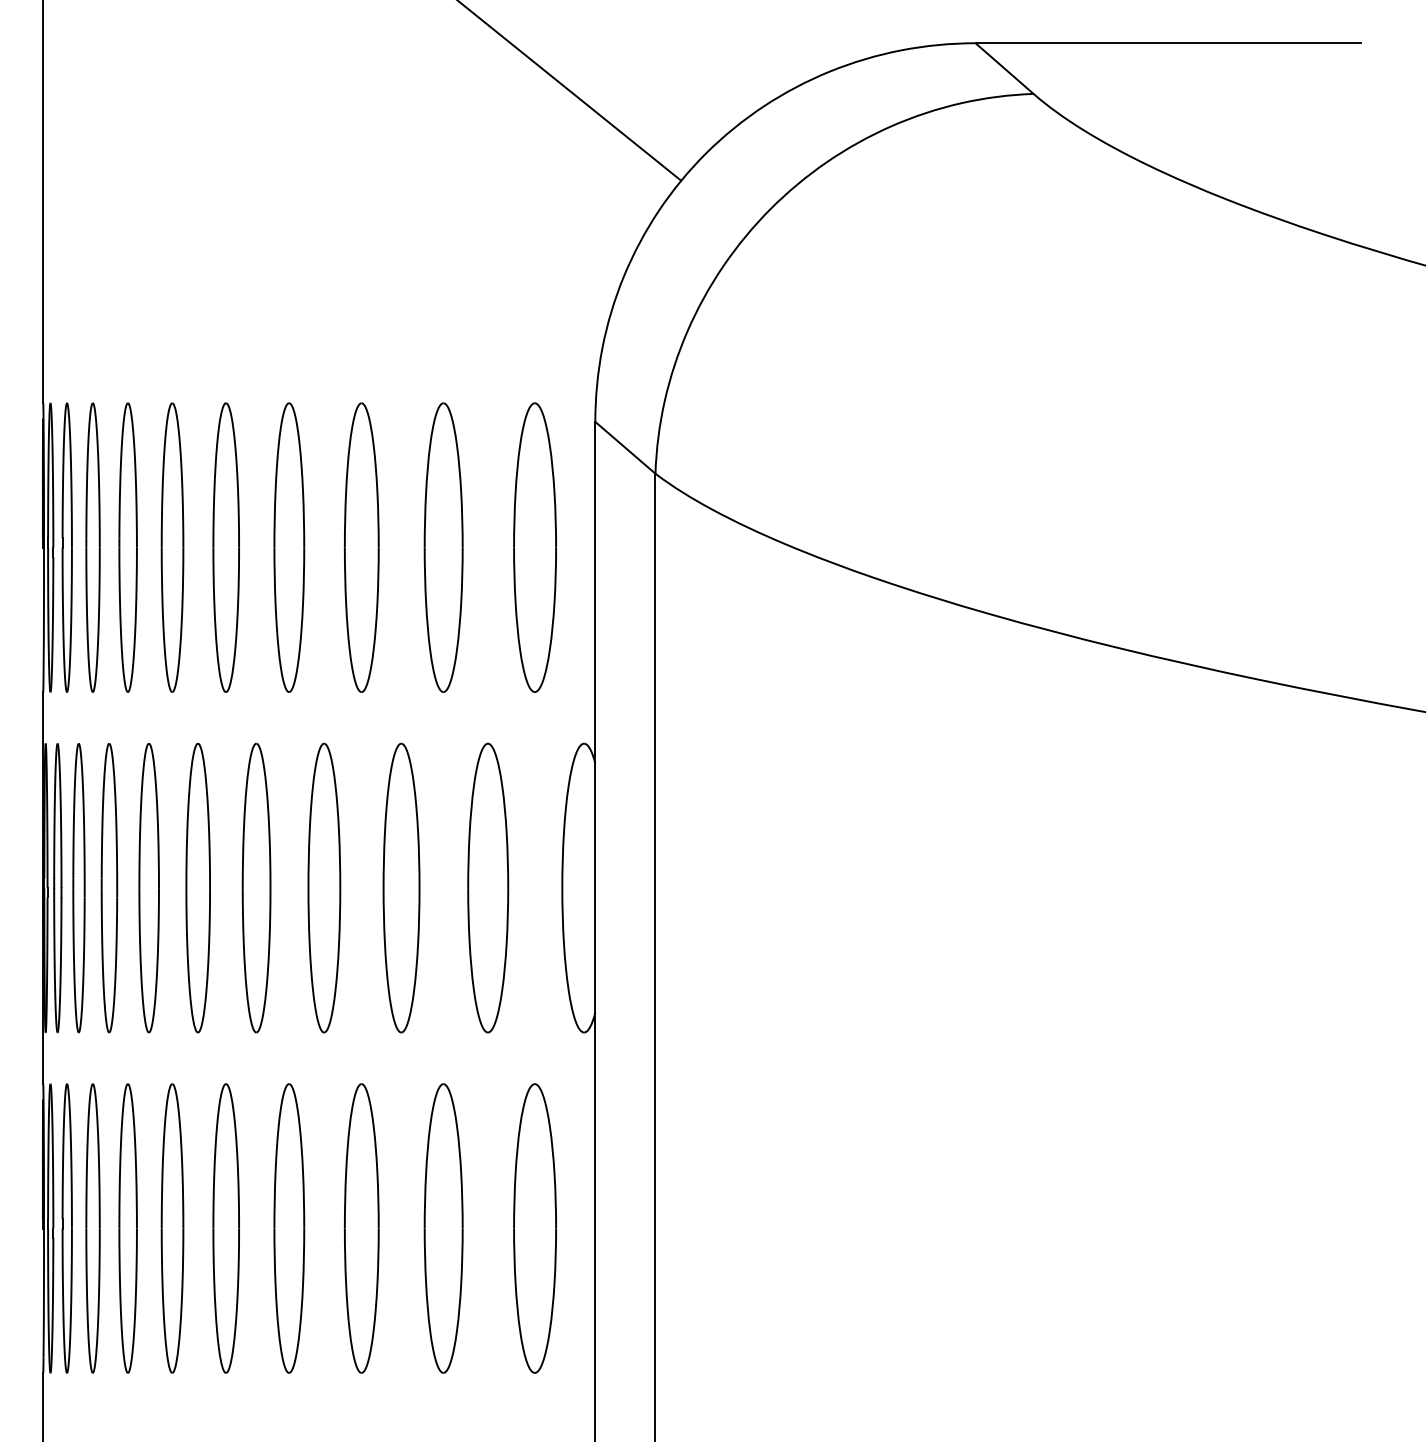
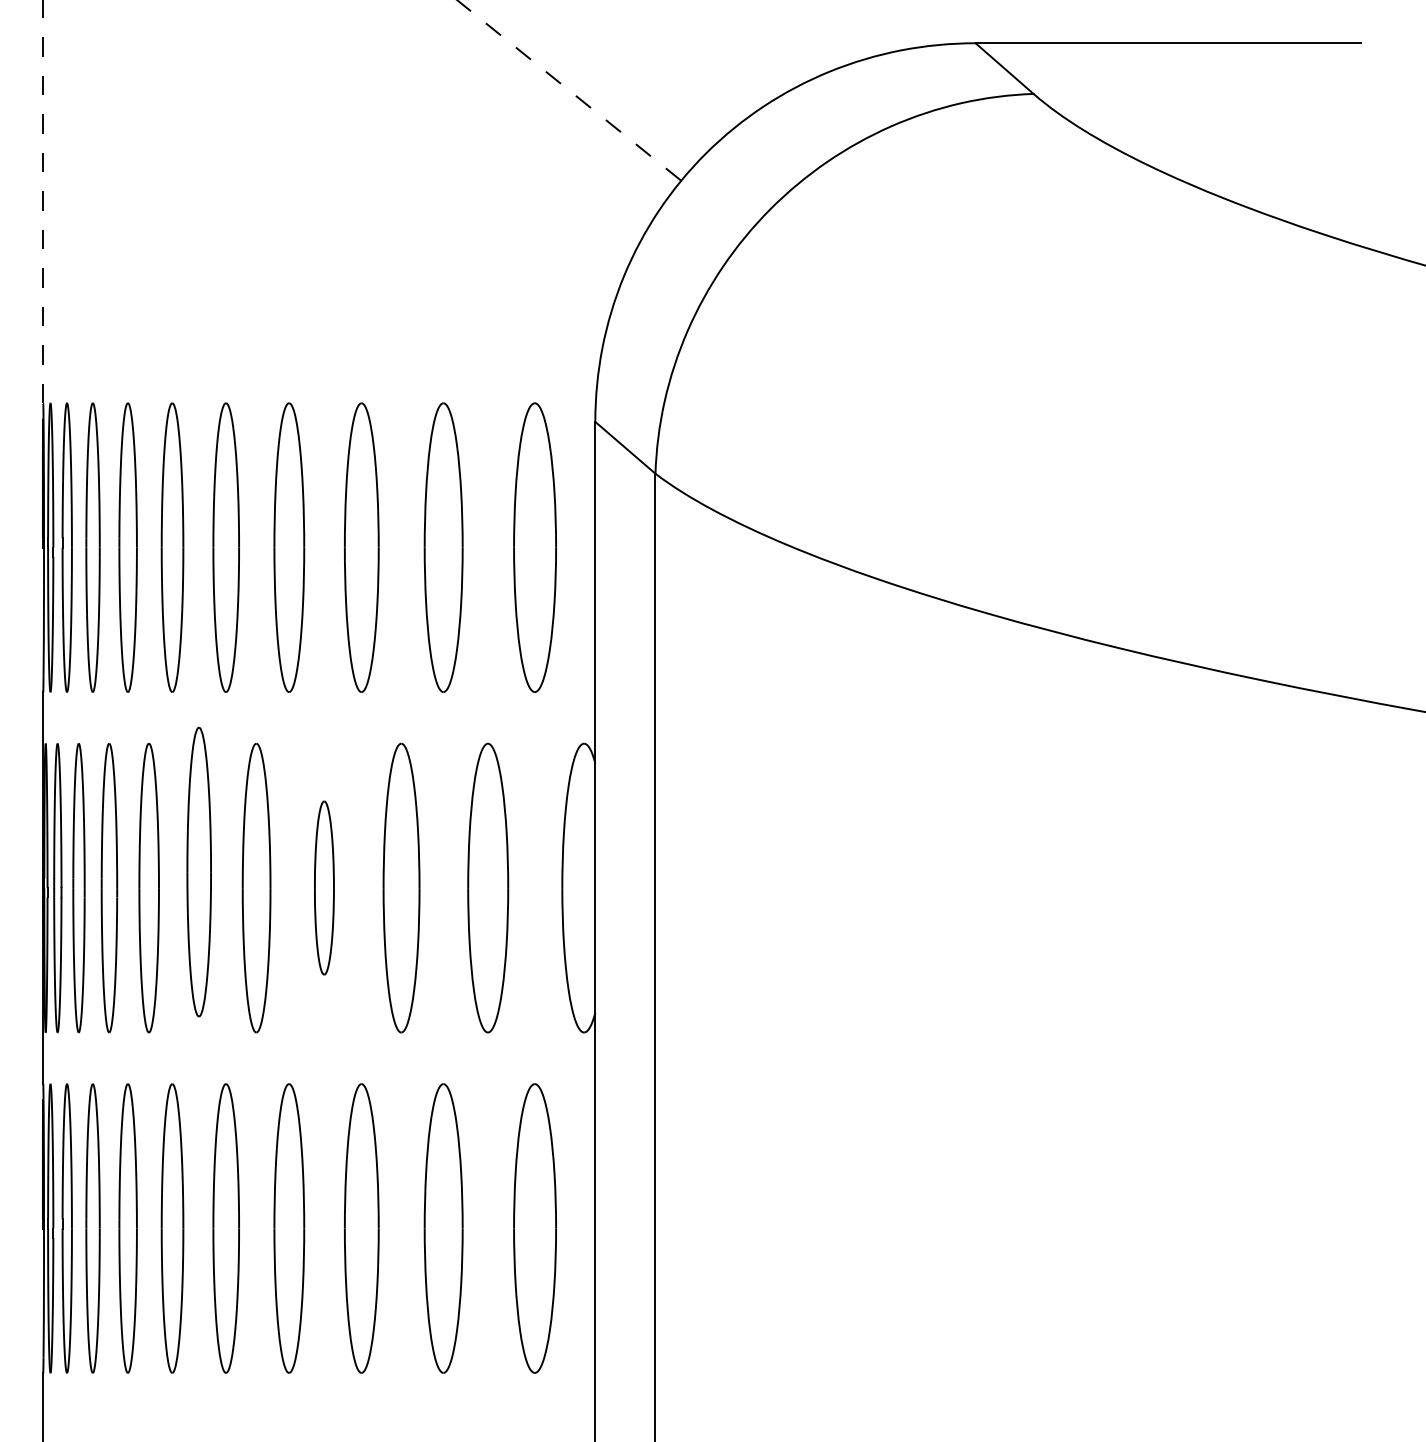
line at (568, 90): solid -> dashed
line at (42, 201): solid -> dashed
part at (197, 887) position: (197, 887) -> (198, 871)
part at (324, 887) size: 35x292 px -> 21x176 px
